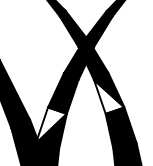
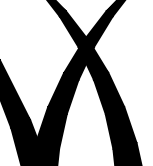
fill at (109, 96): none -> present
fill at (50, 125): none -> present
